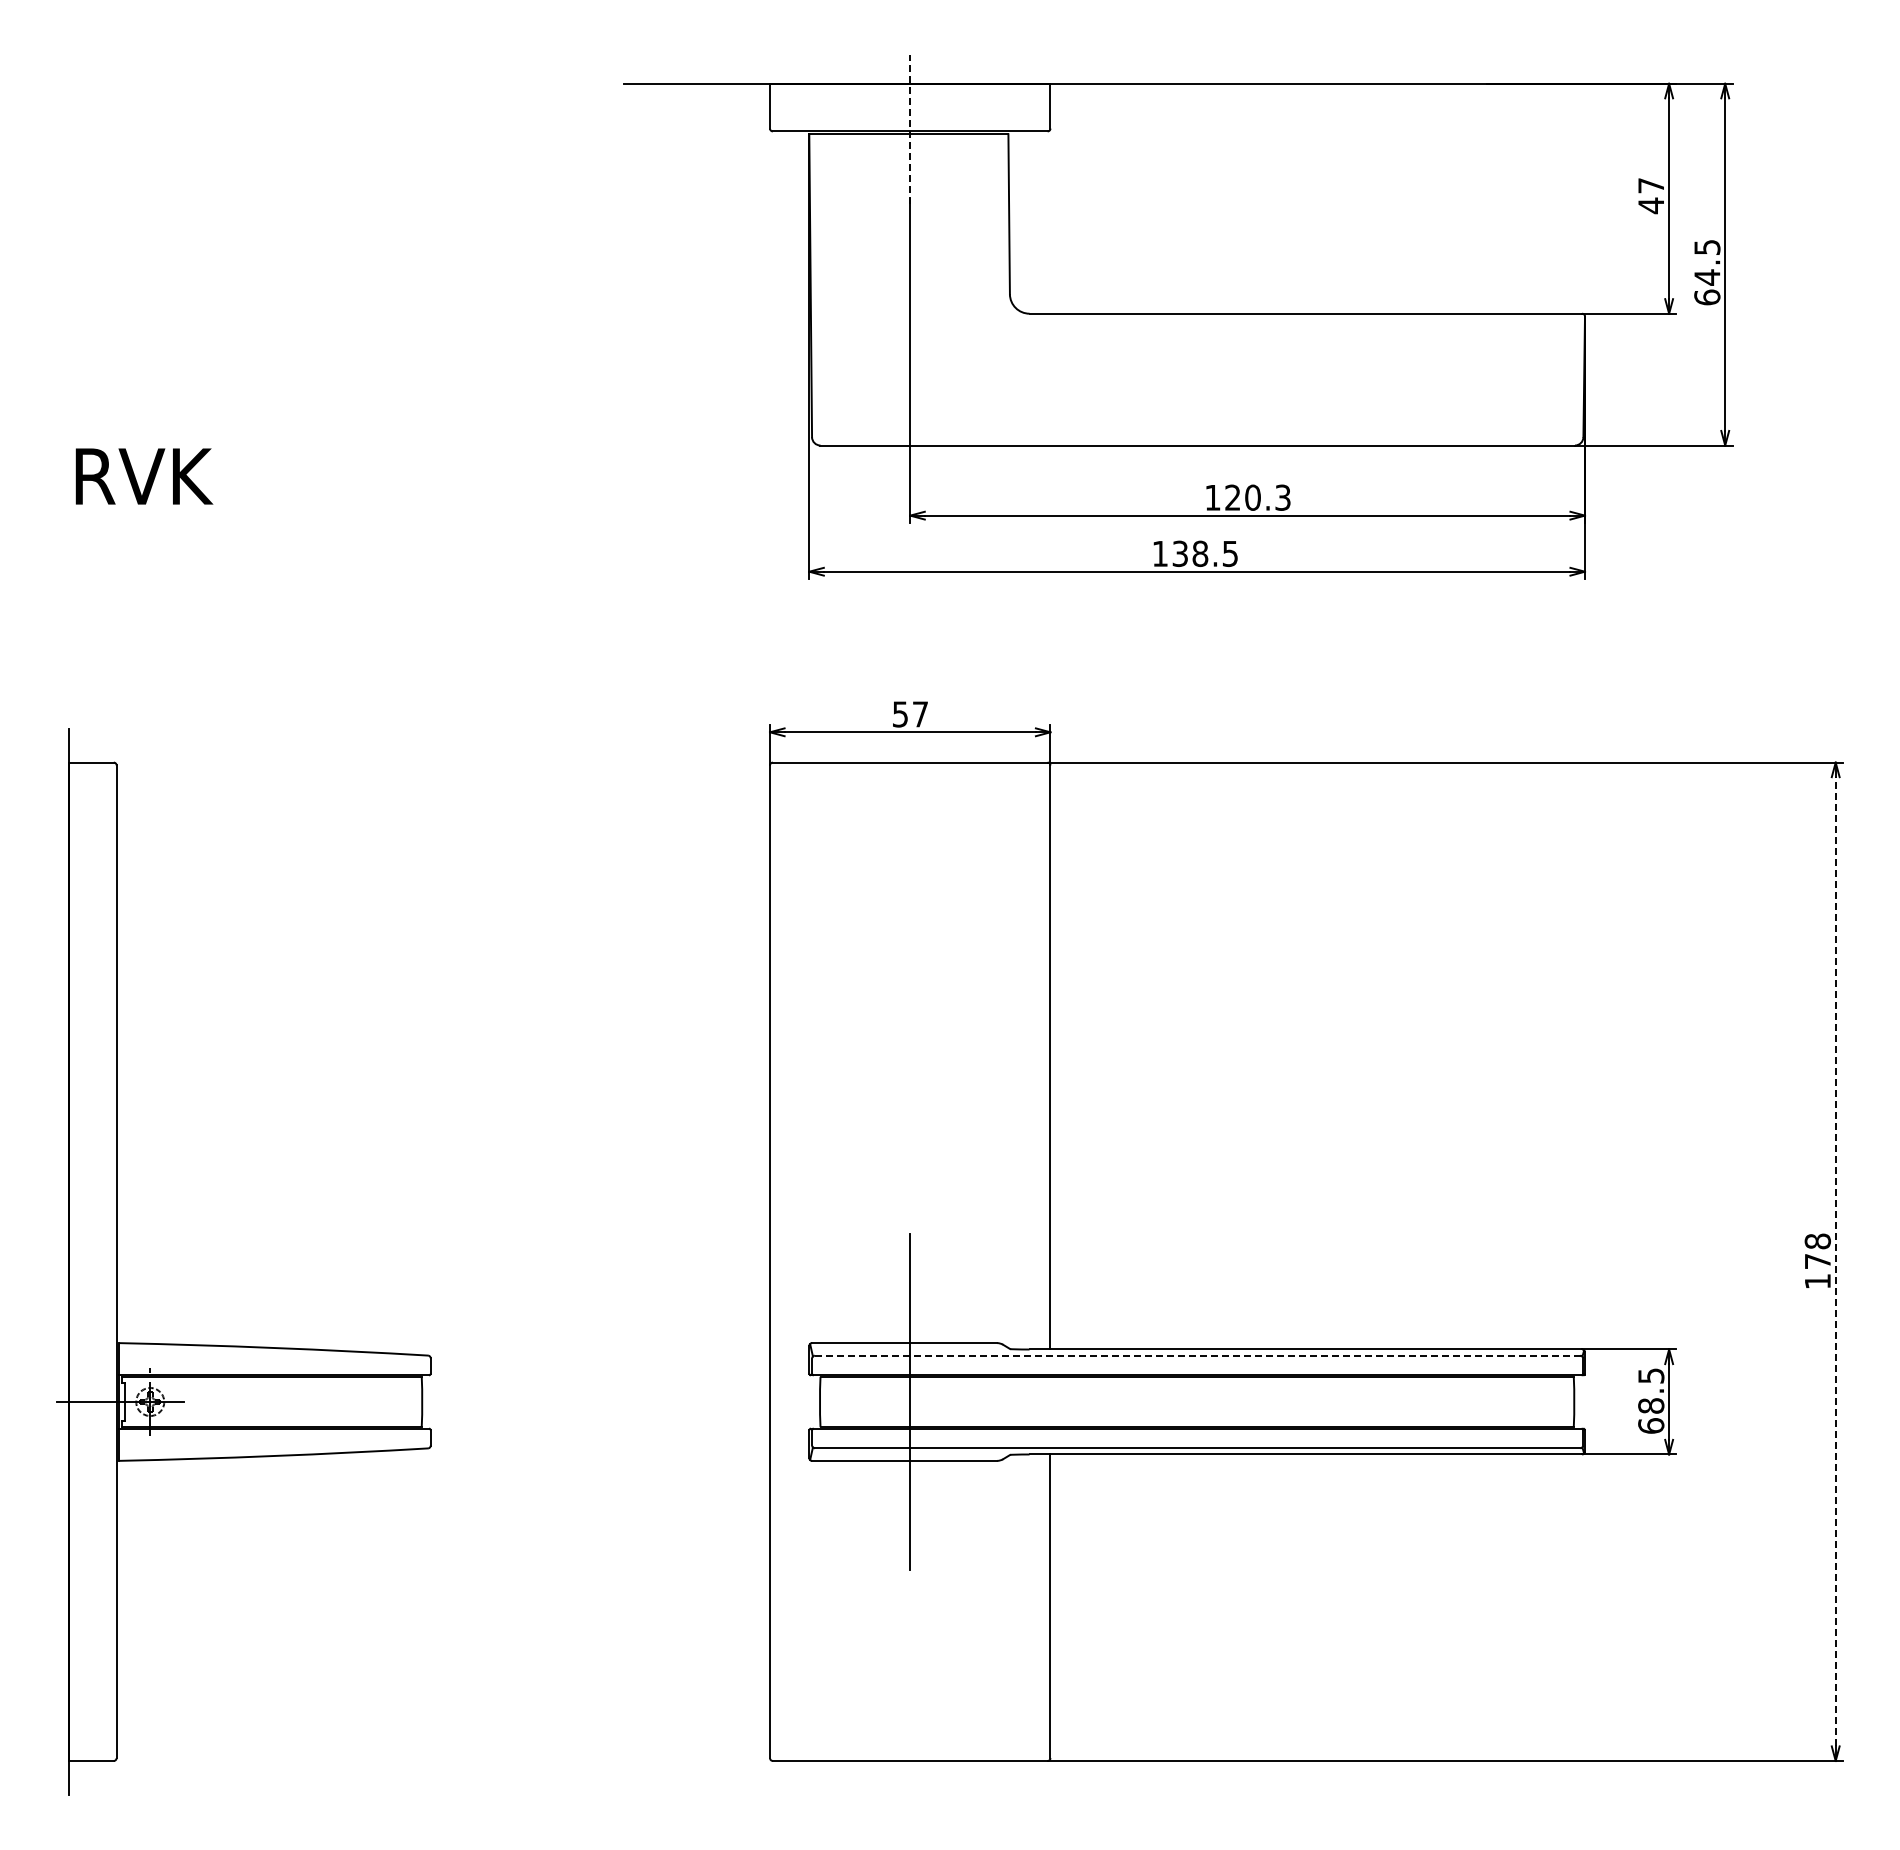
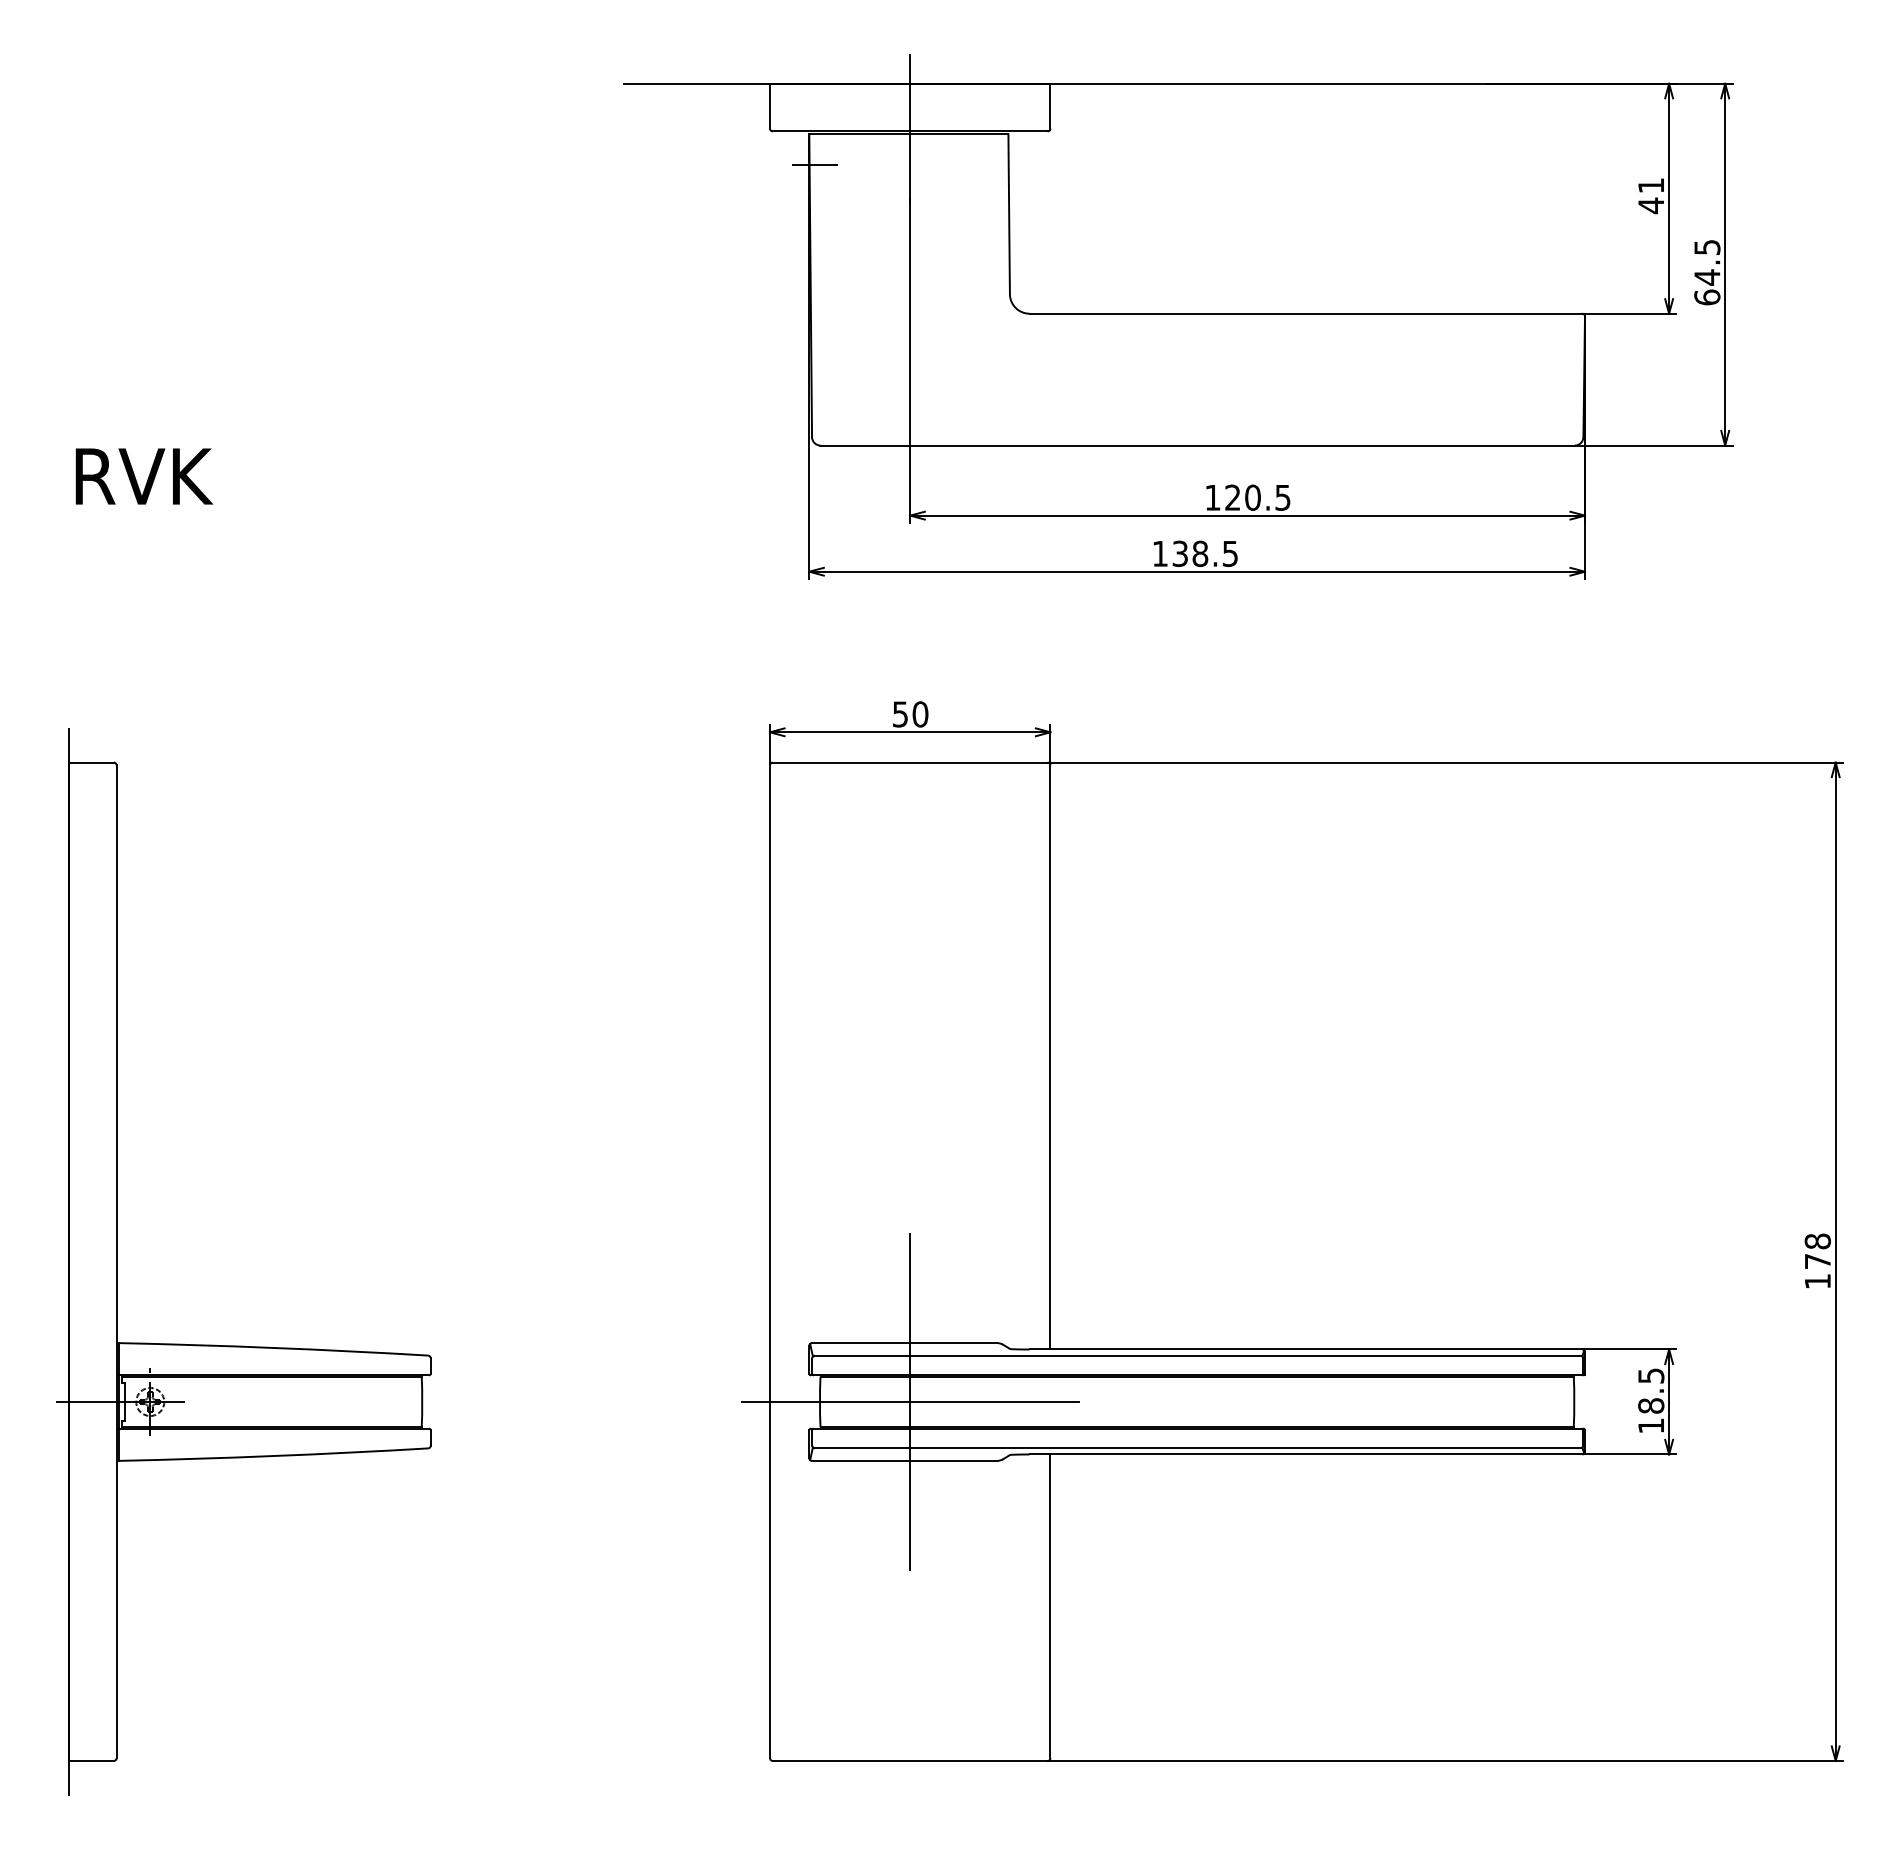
line at (910, 129): dashed -> solid
line at (814, 165): none -> present
text at (1650, 185): 47 -> 41
text at (1283, 497): 120.3 -> 120.5
text at (920, 714): 57 -> 50
line at (1835, 1261): dashed -> solid
line at (1197, 1355): dashed -> solid
line at (910, 1402): none -> present
text at (1651, 1425): 68.5 -> 18.5
